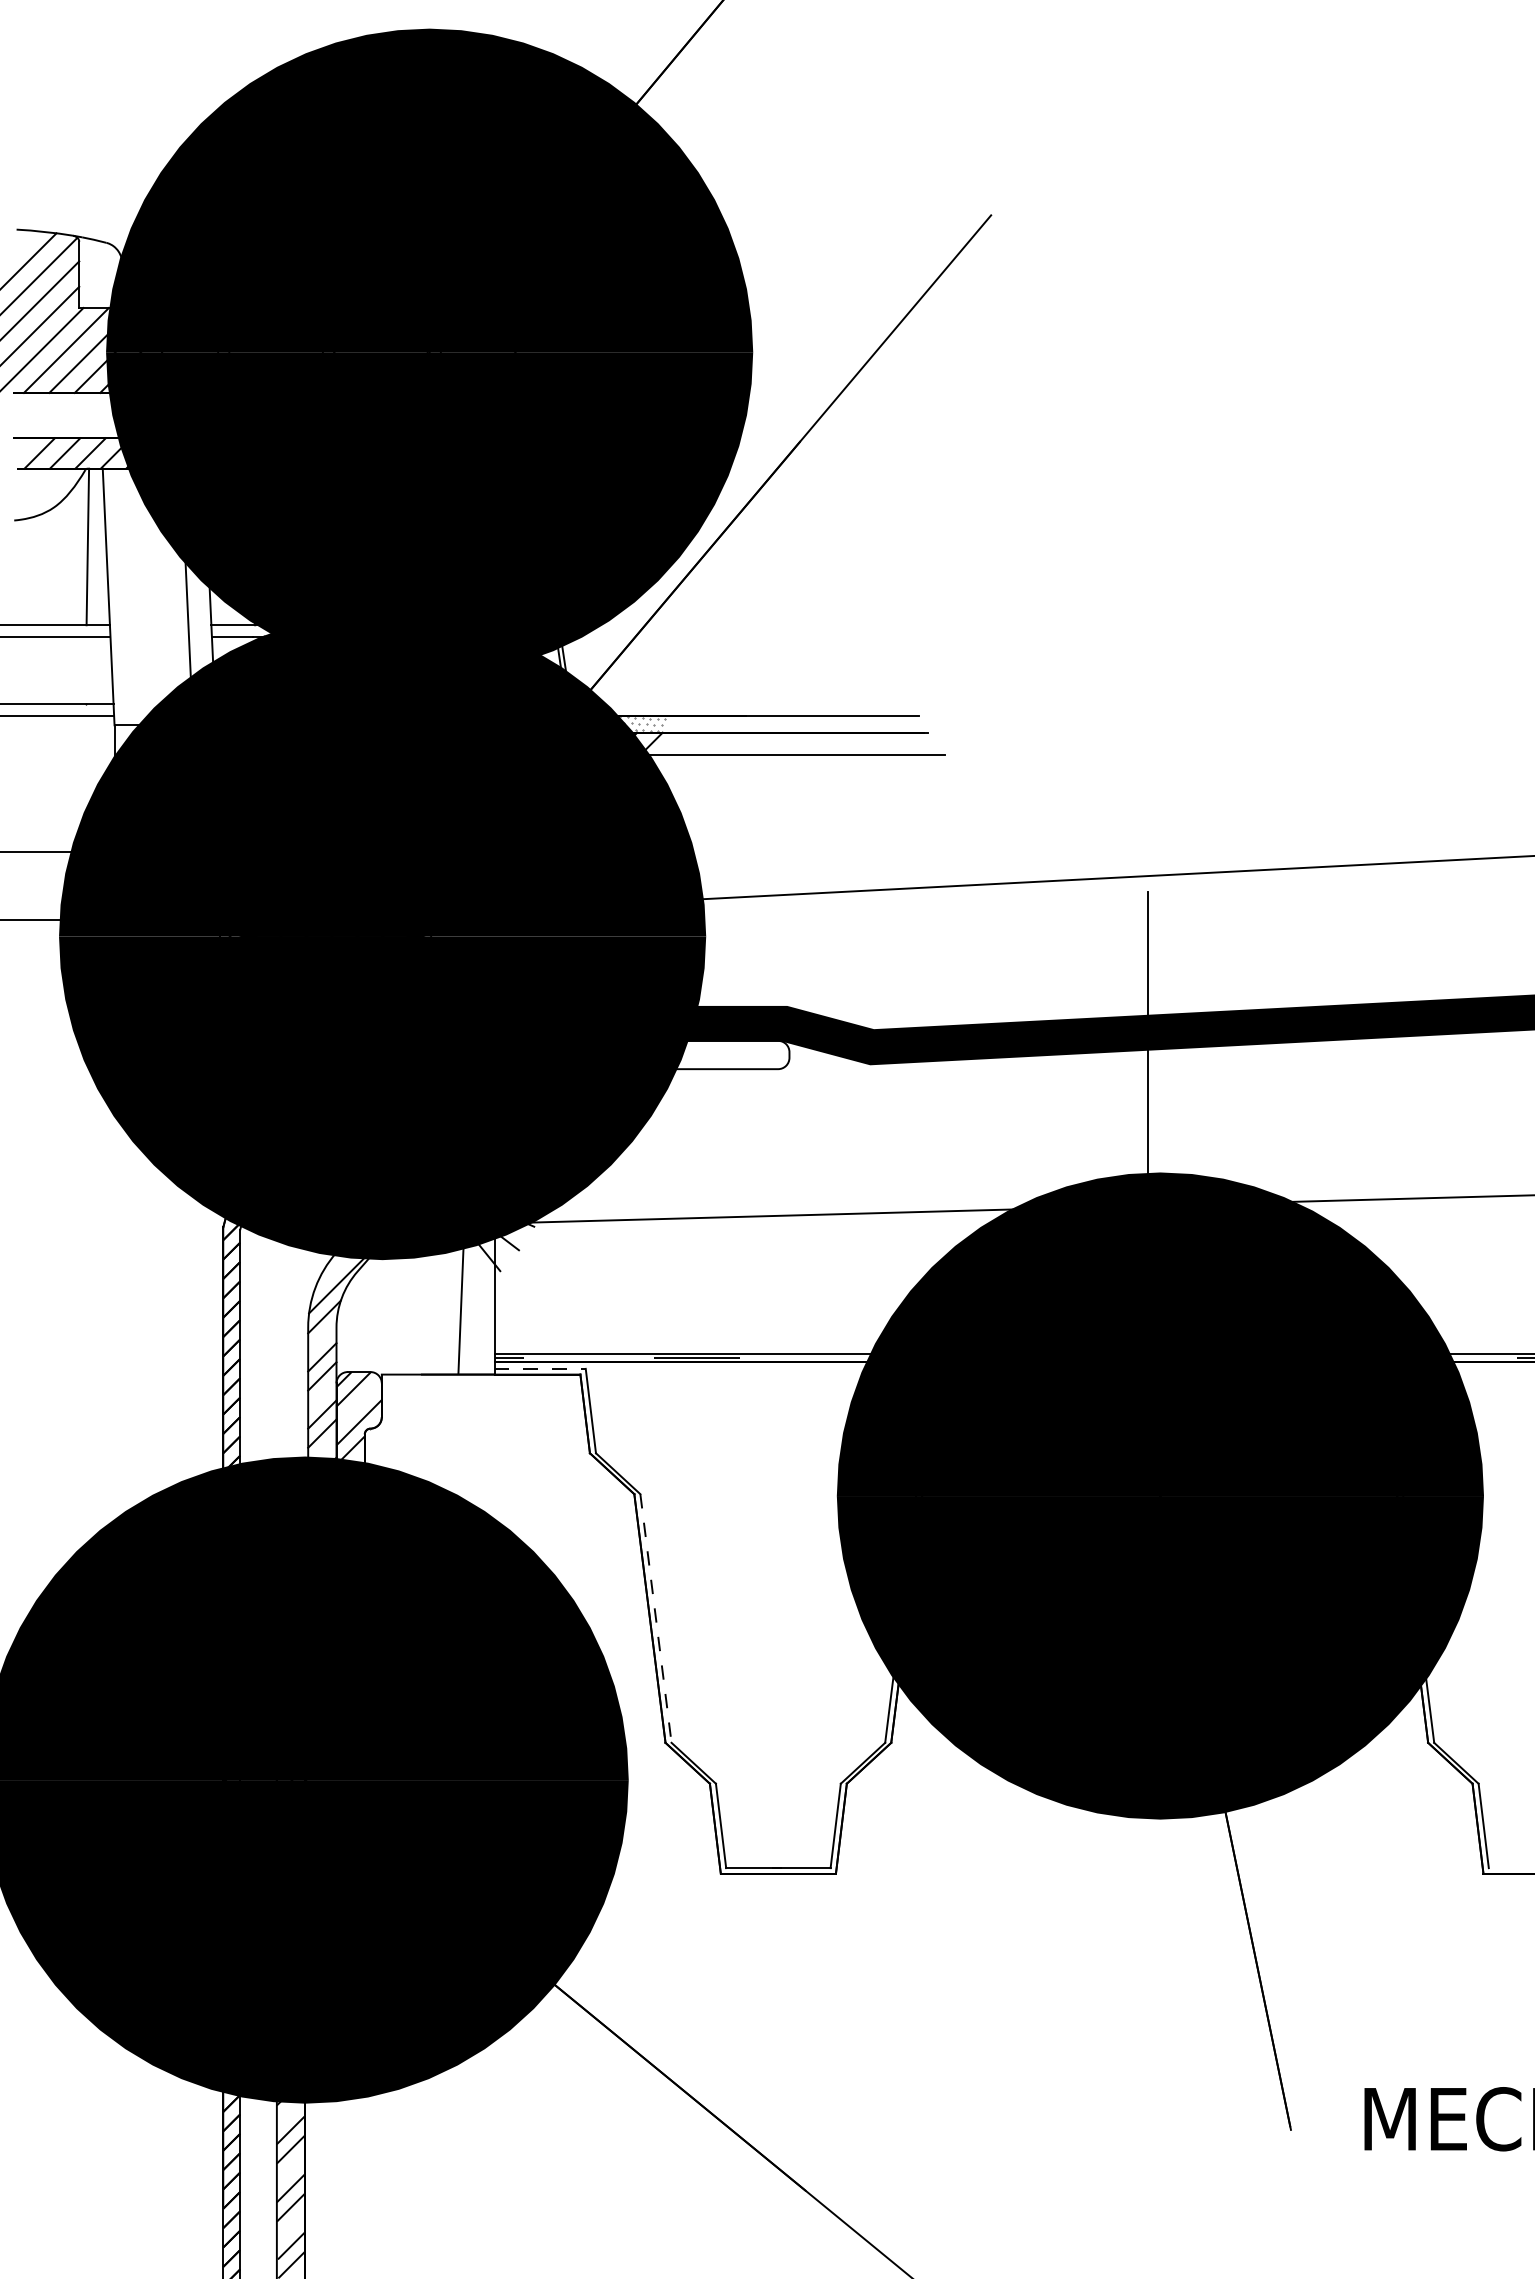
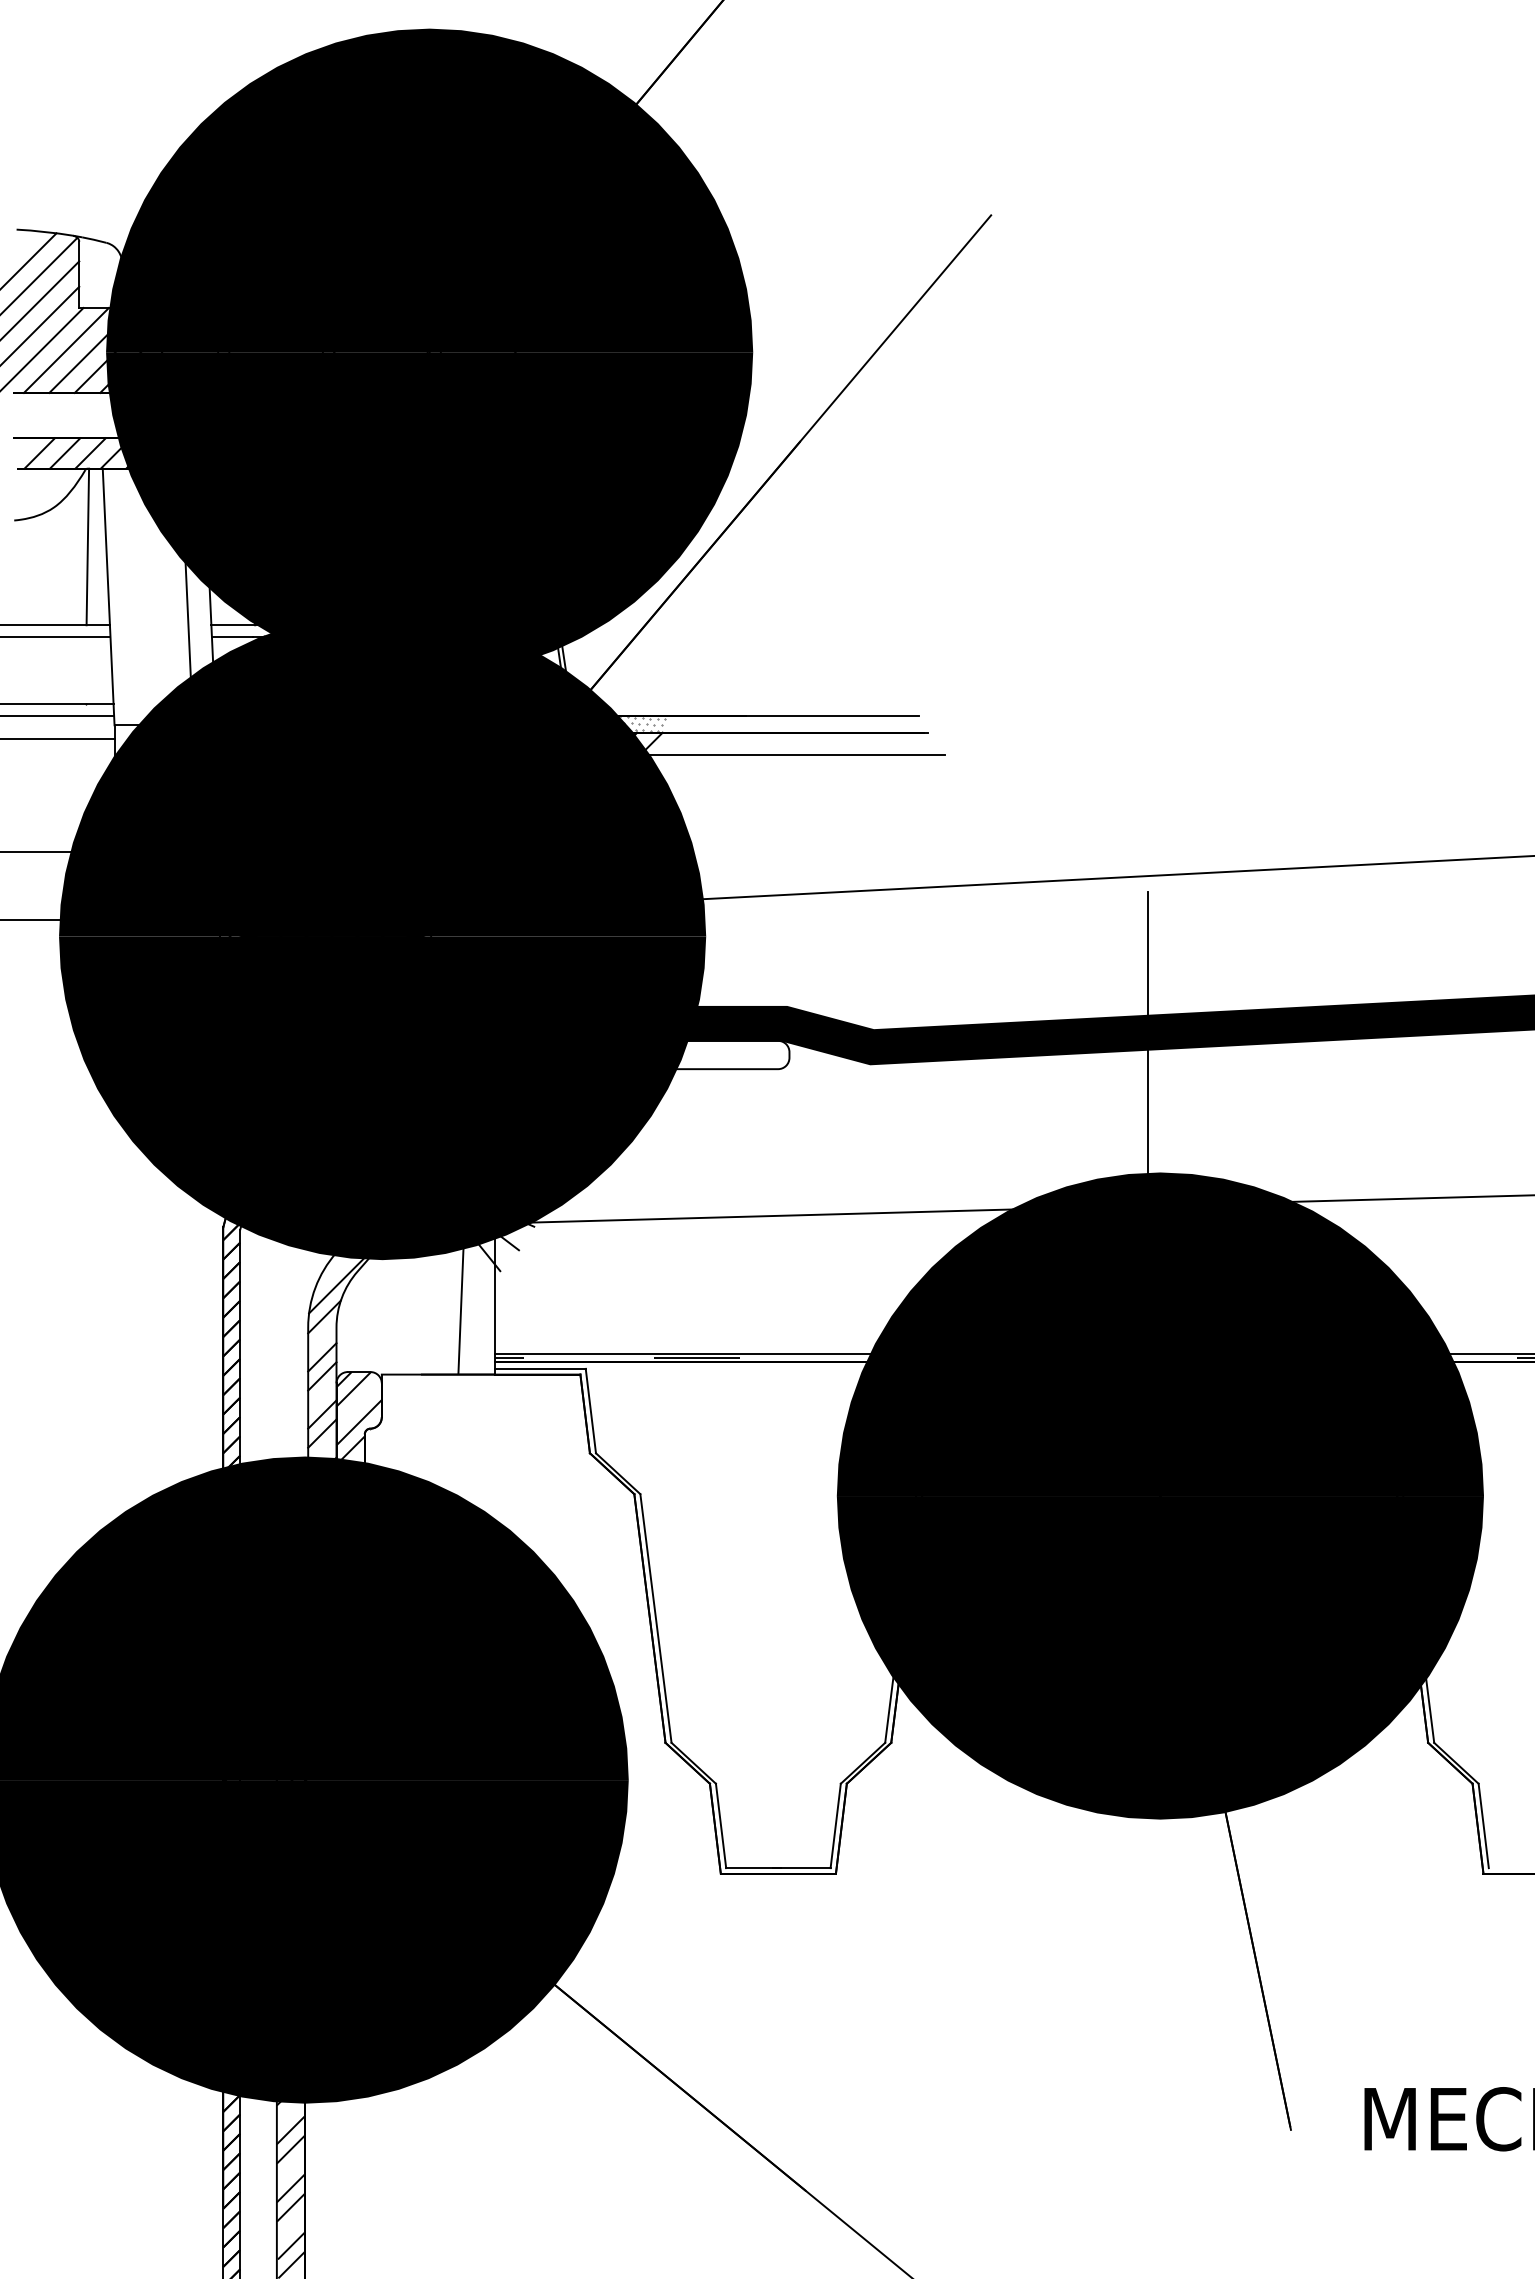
line at (58, 738): none -> present
line at (540, 1368): dashed -> solid
line at (656, 1619): dashed -> solid
